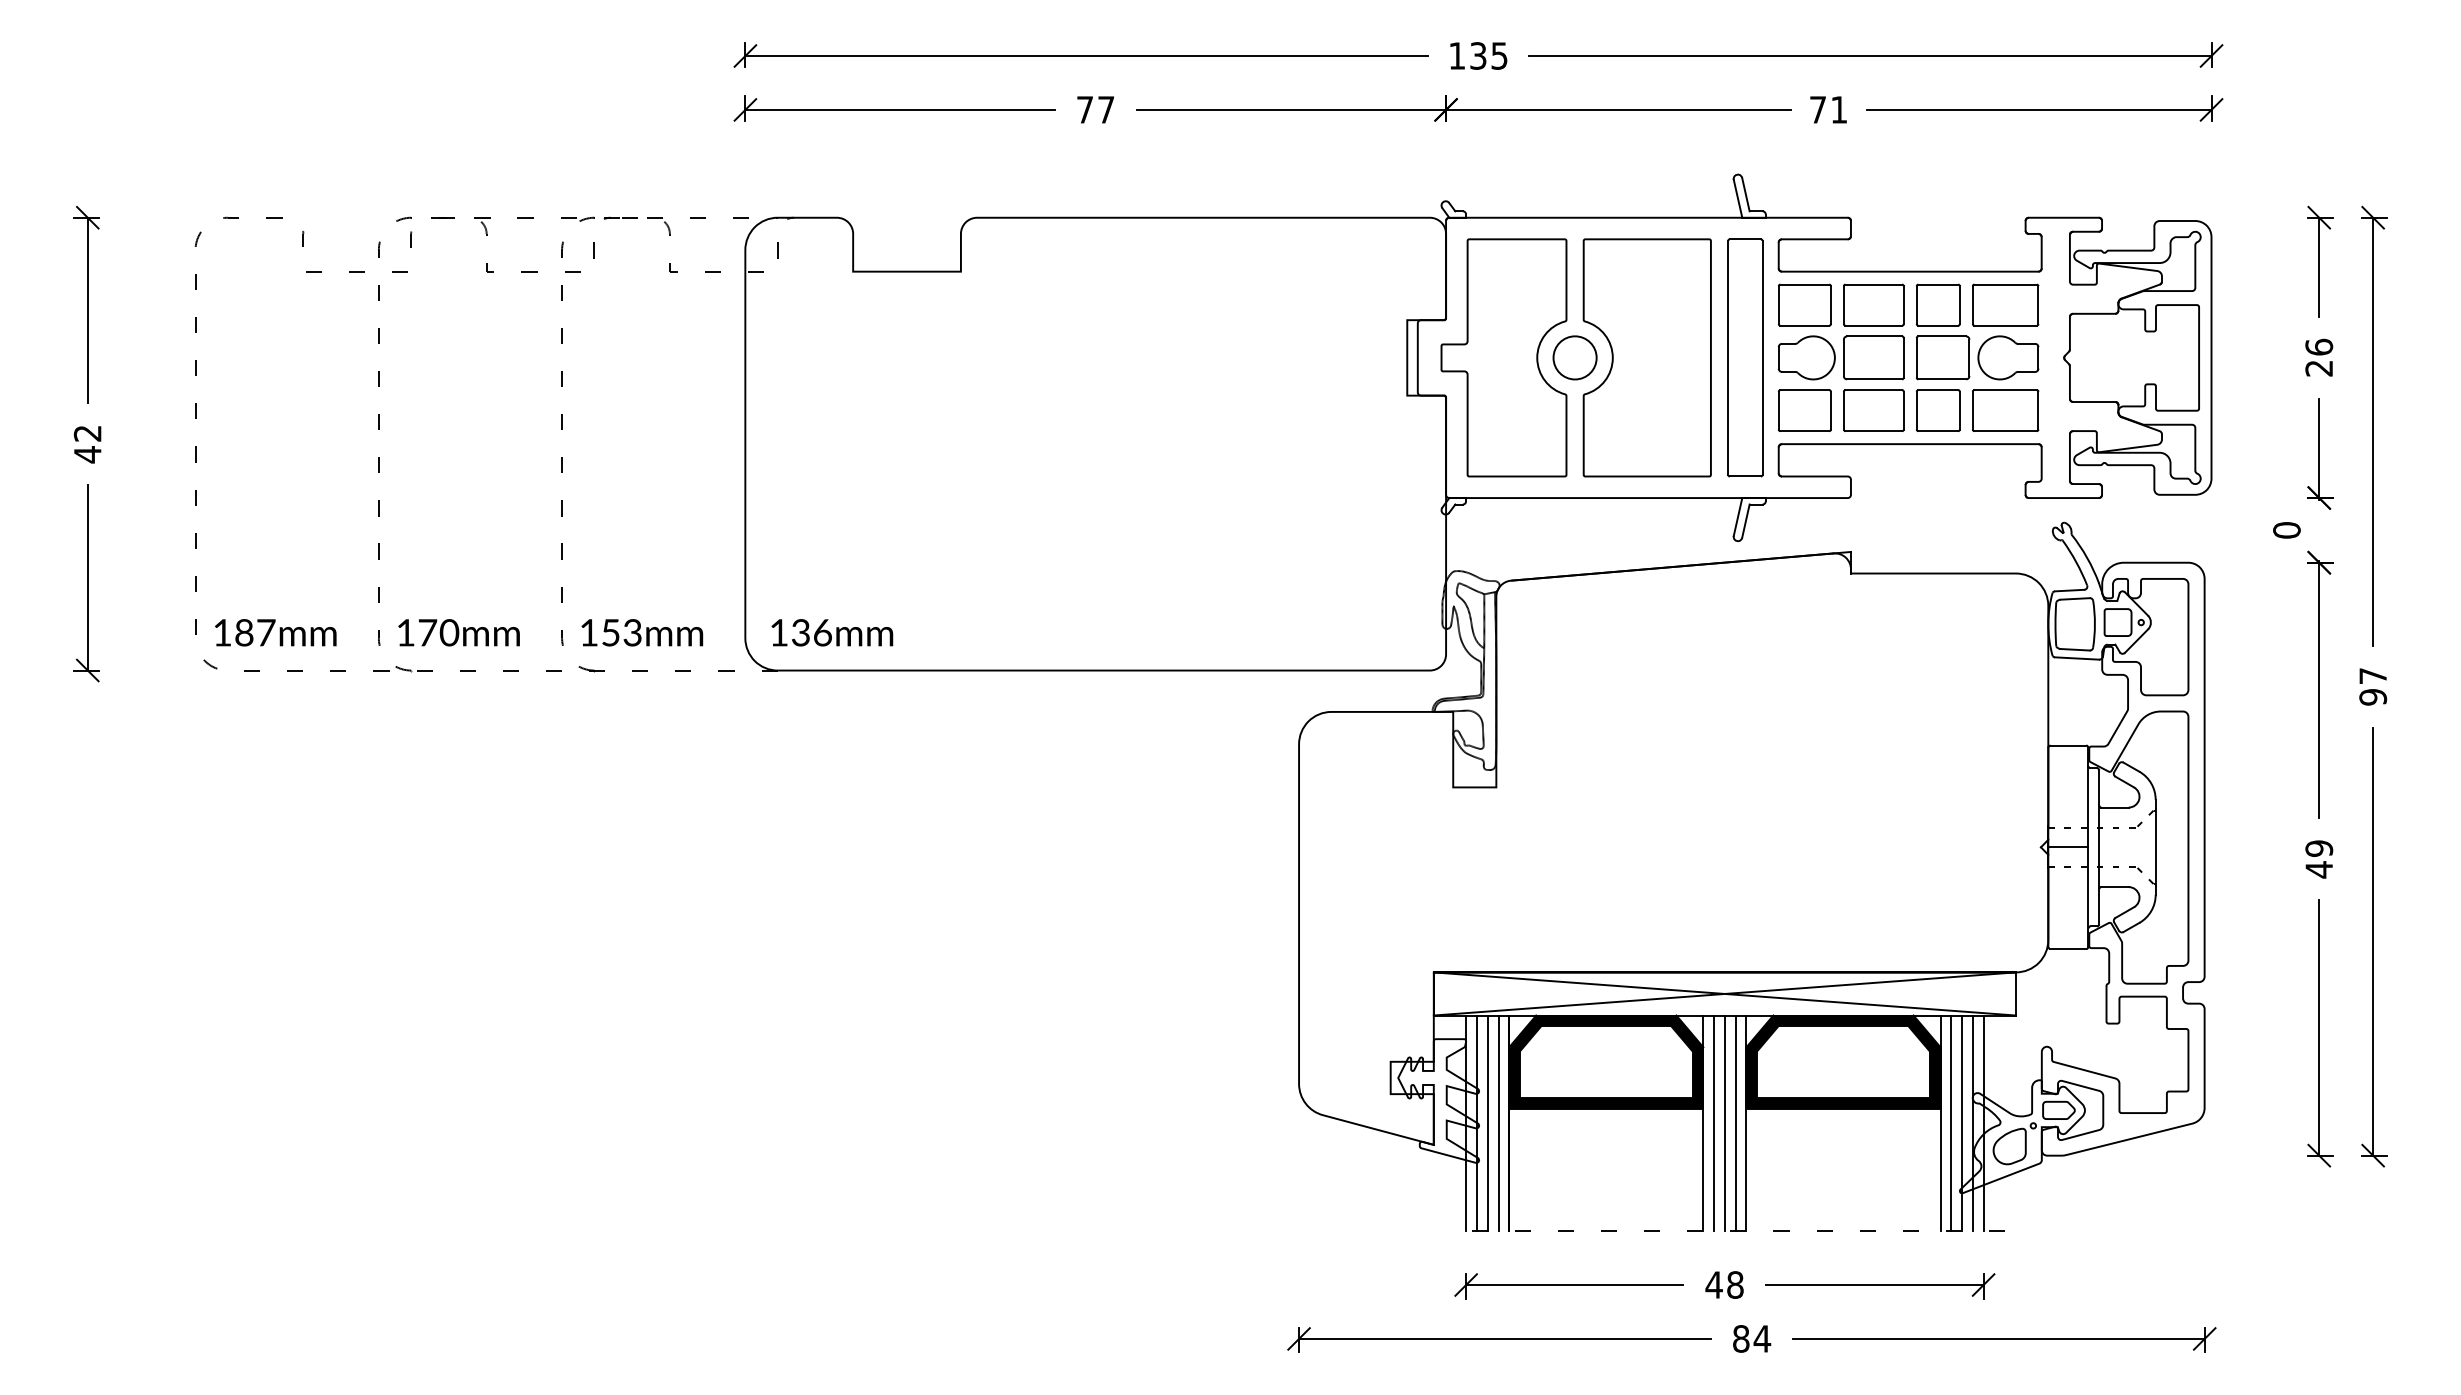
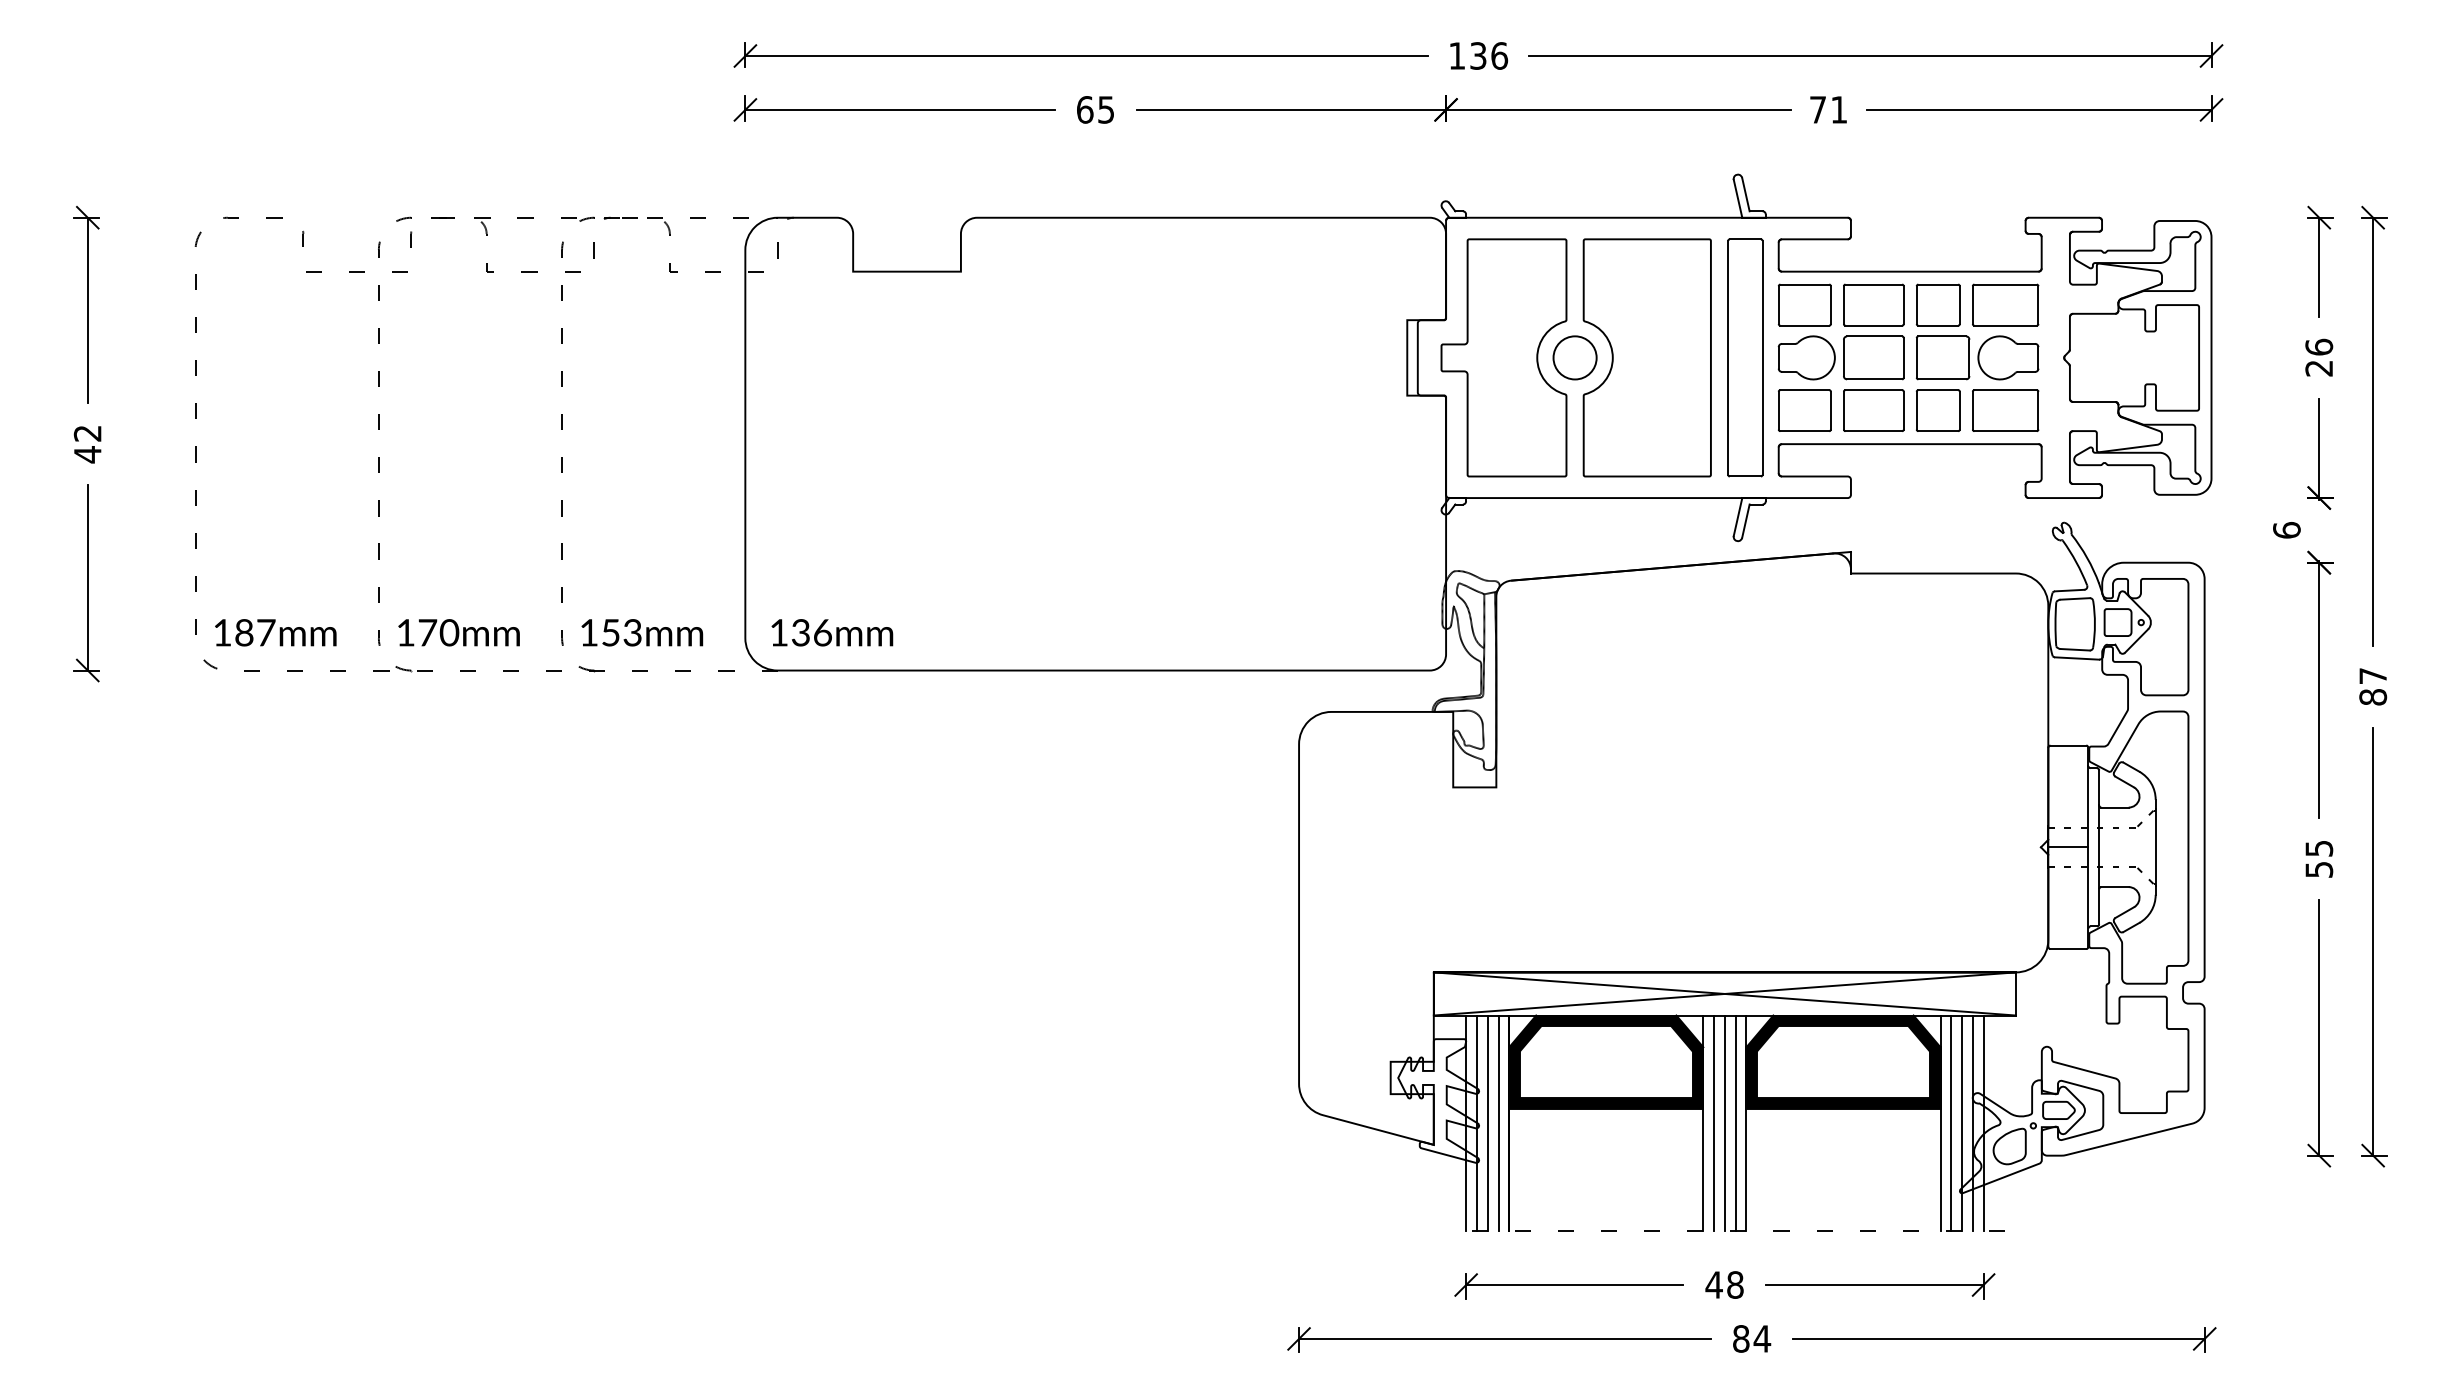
text at (1499, 55): 135 -> 136
text at (1095, 109): 77 -> 65
text at (2286, 530): 0 -> 6
text at (2373, 697): 97 -> 87
text at (2319, 859): 49 -> 55
